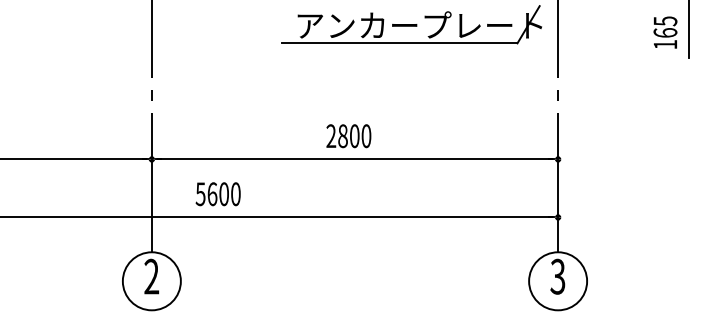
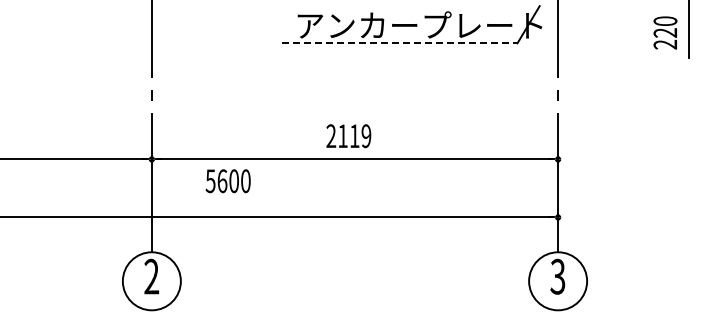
text at (665, 32): 165 -> 220
line at (399, 43): solid -> dashed
text at (354, 136): 2800 -> 2119
text at (217, 194) position: (217, 194) -> (227, 181)
